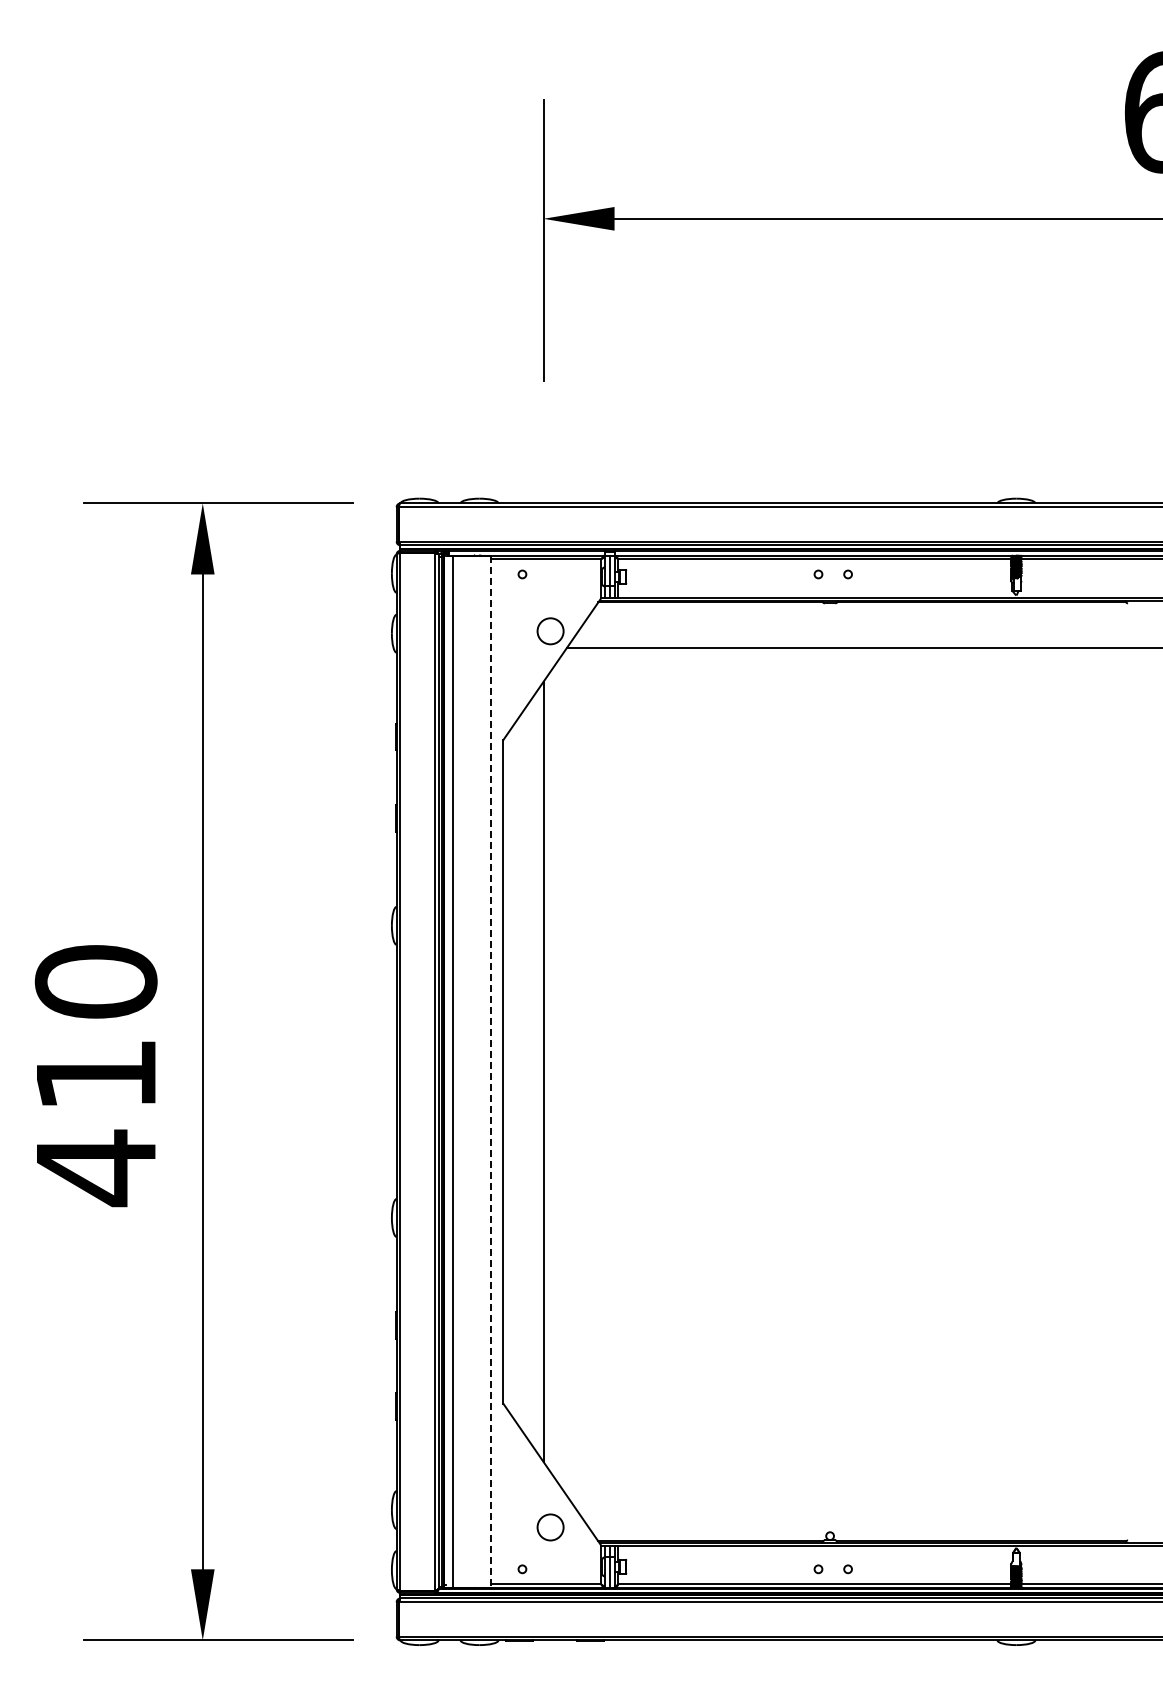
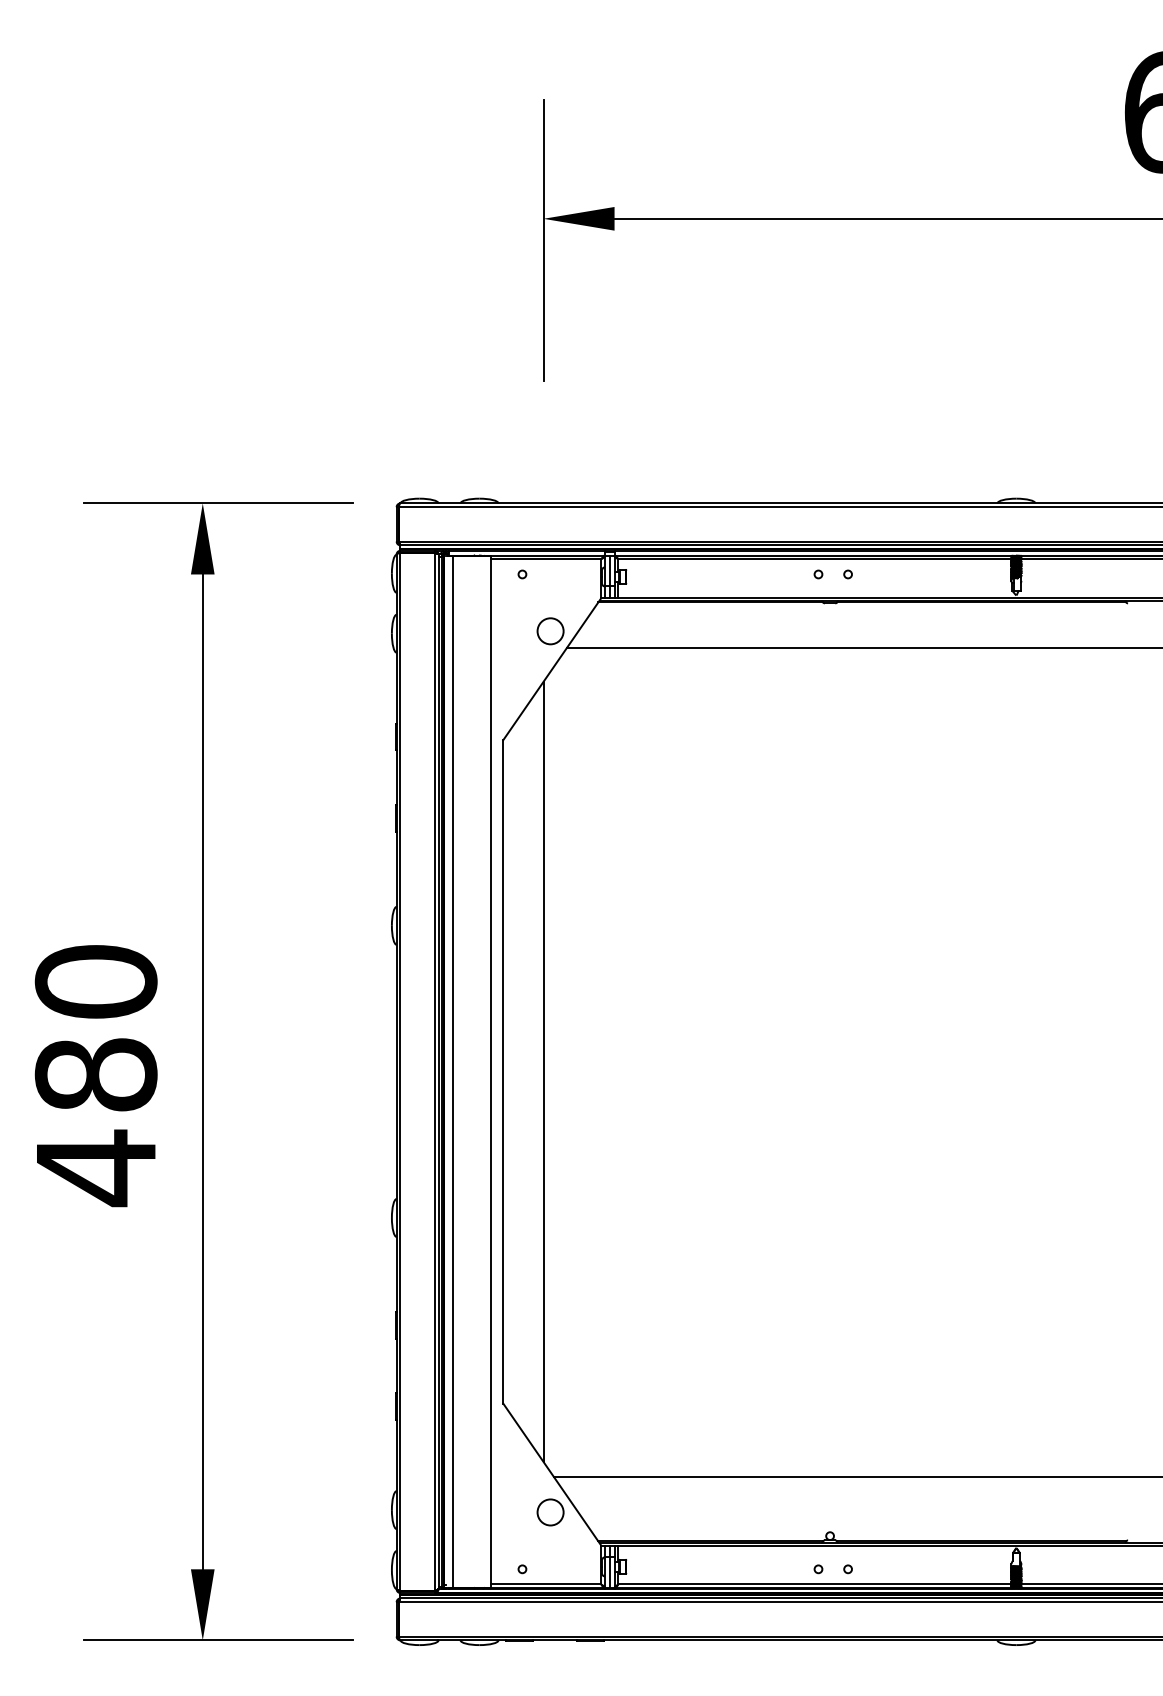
line at (491, 1072): dashed -> solid
text at (95, 1074): 410 -> 480
line at (856, 1476): none -> present
circle at (550, 1527) position: (550, 1527) -> (550, 1512)
